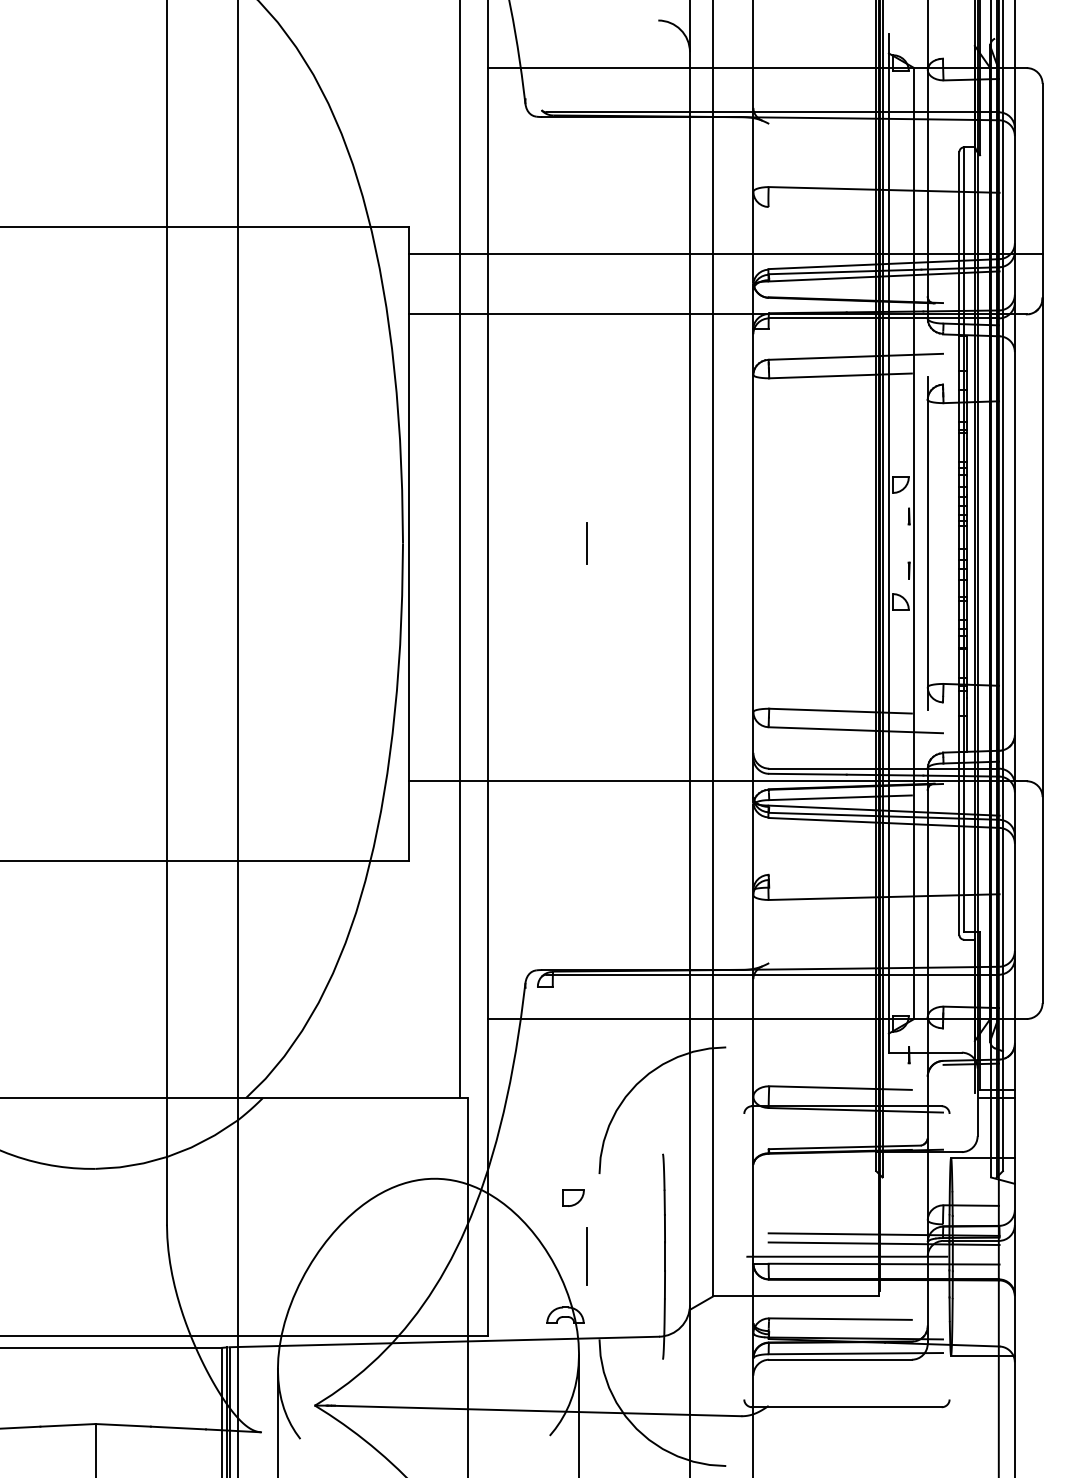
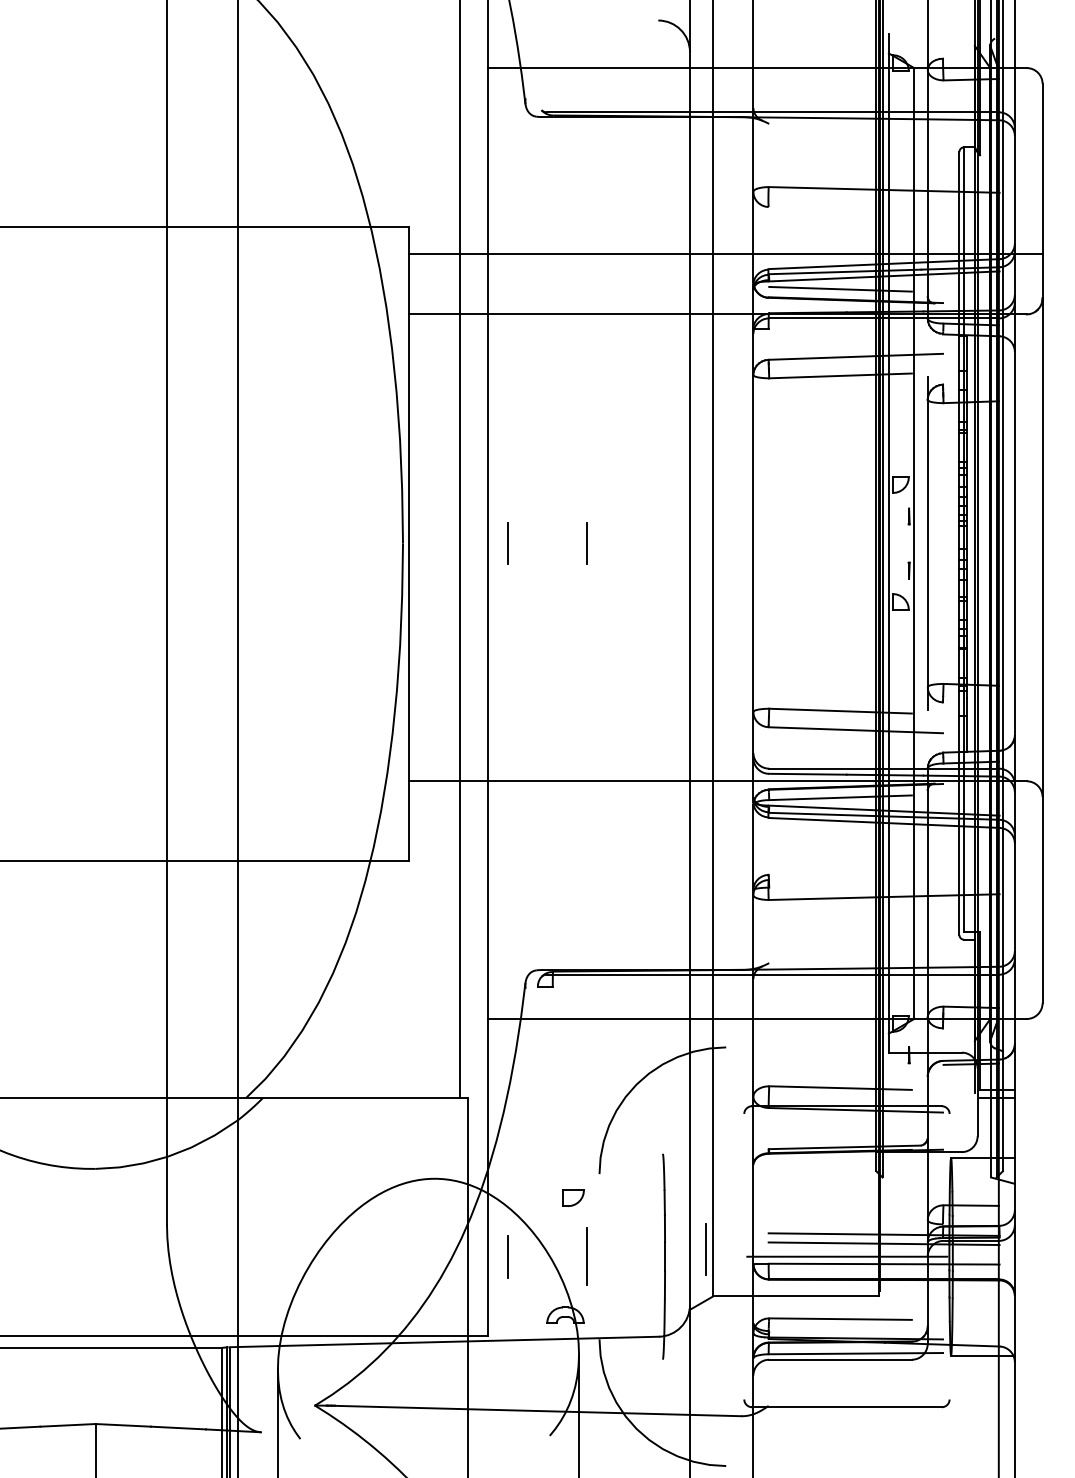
line at (840, 288): none -> present
line at (507, 543): none -> present
line at (705, 1248): none -> present
line at (507, 1256): none -> present
